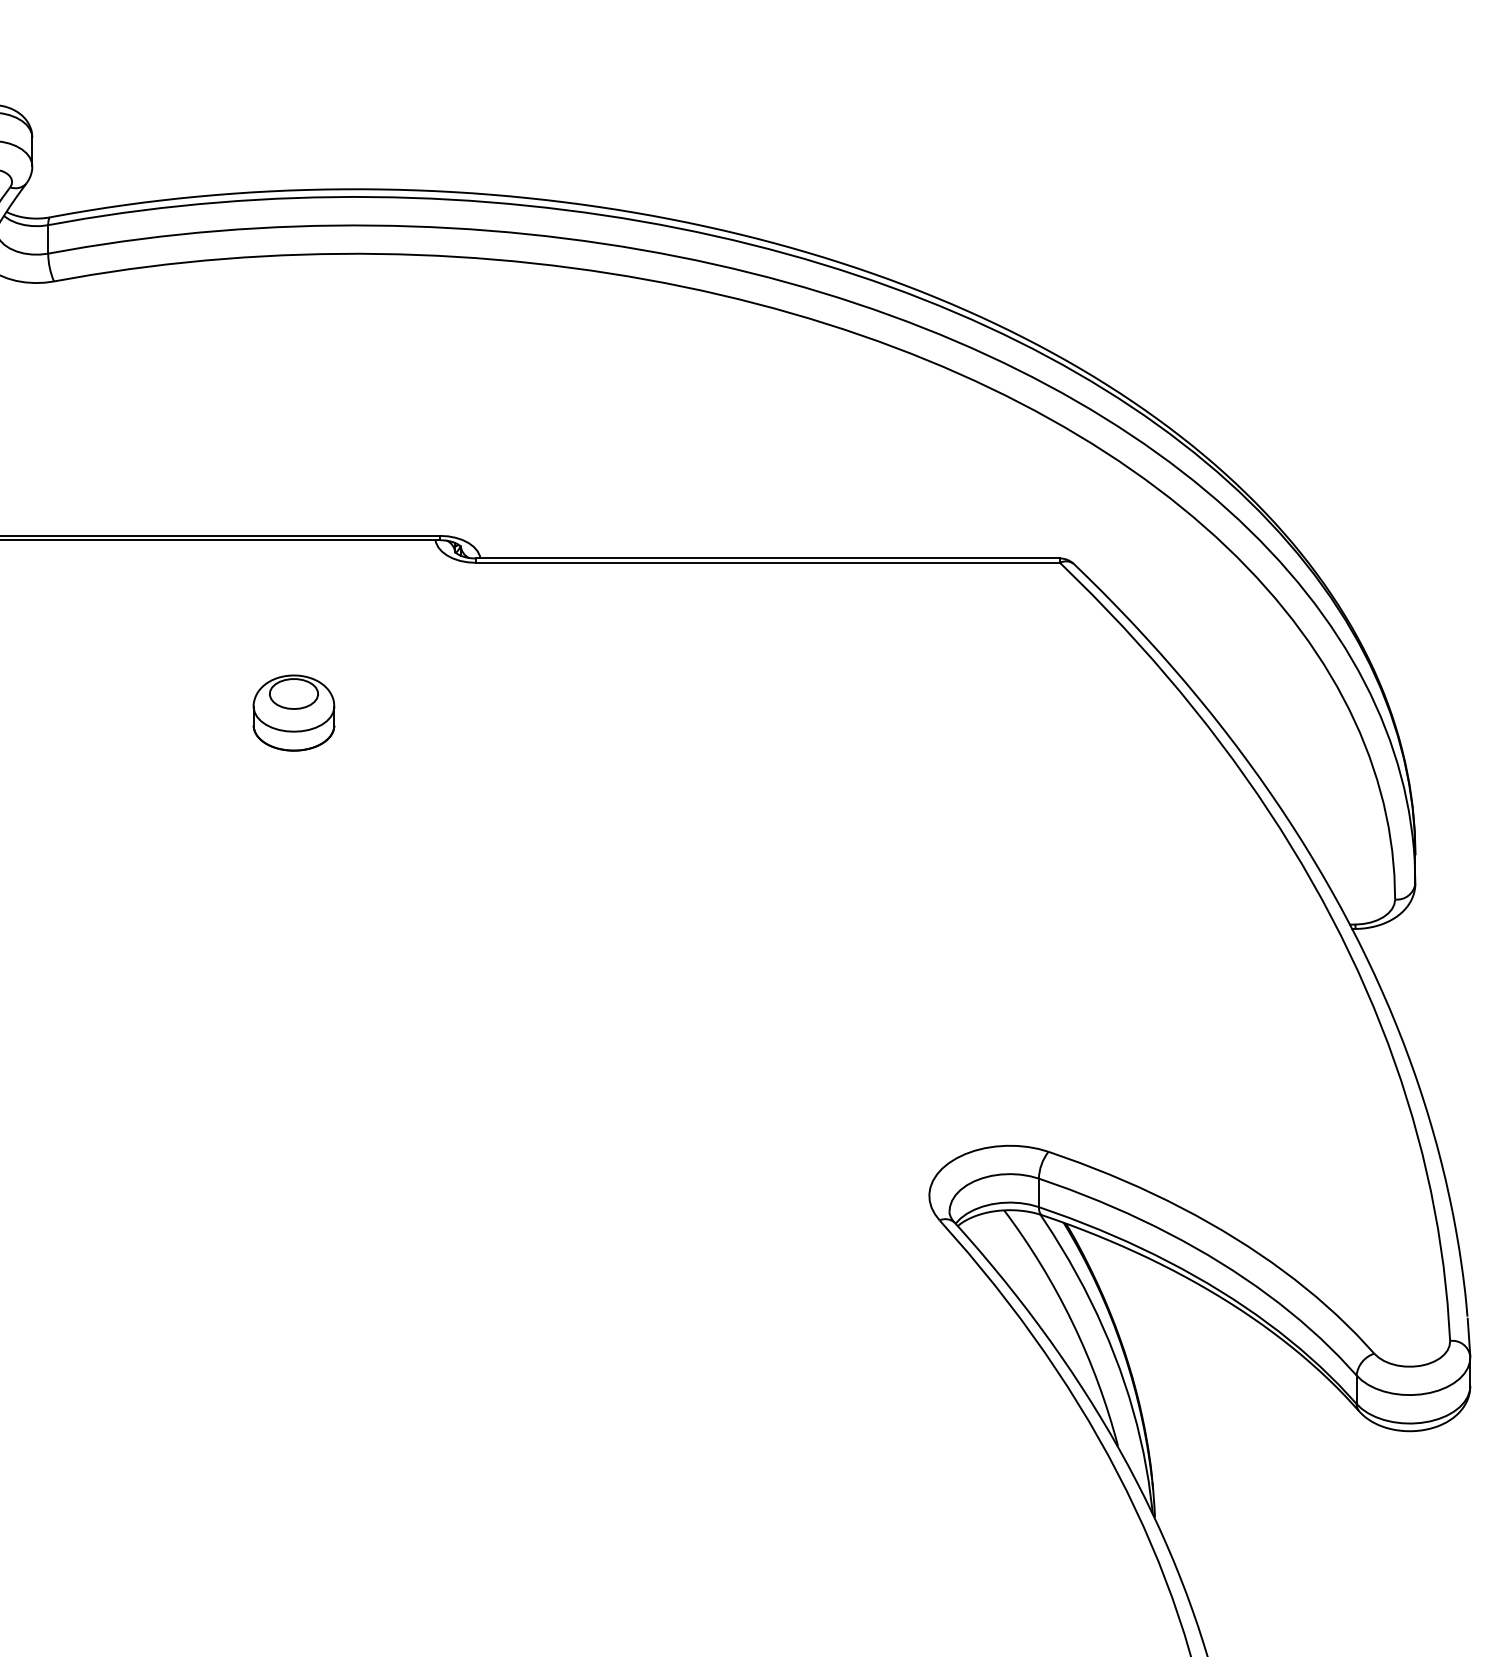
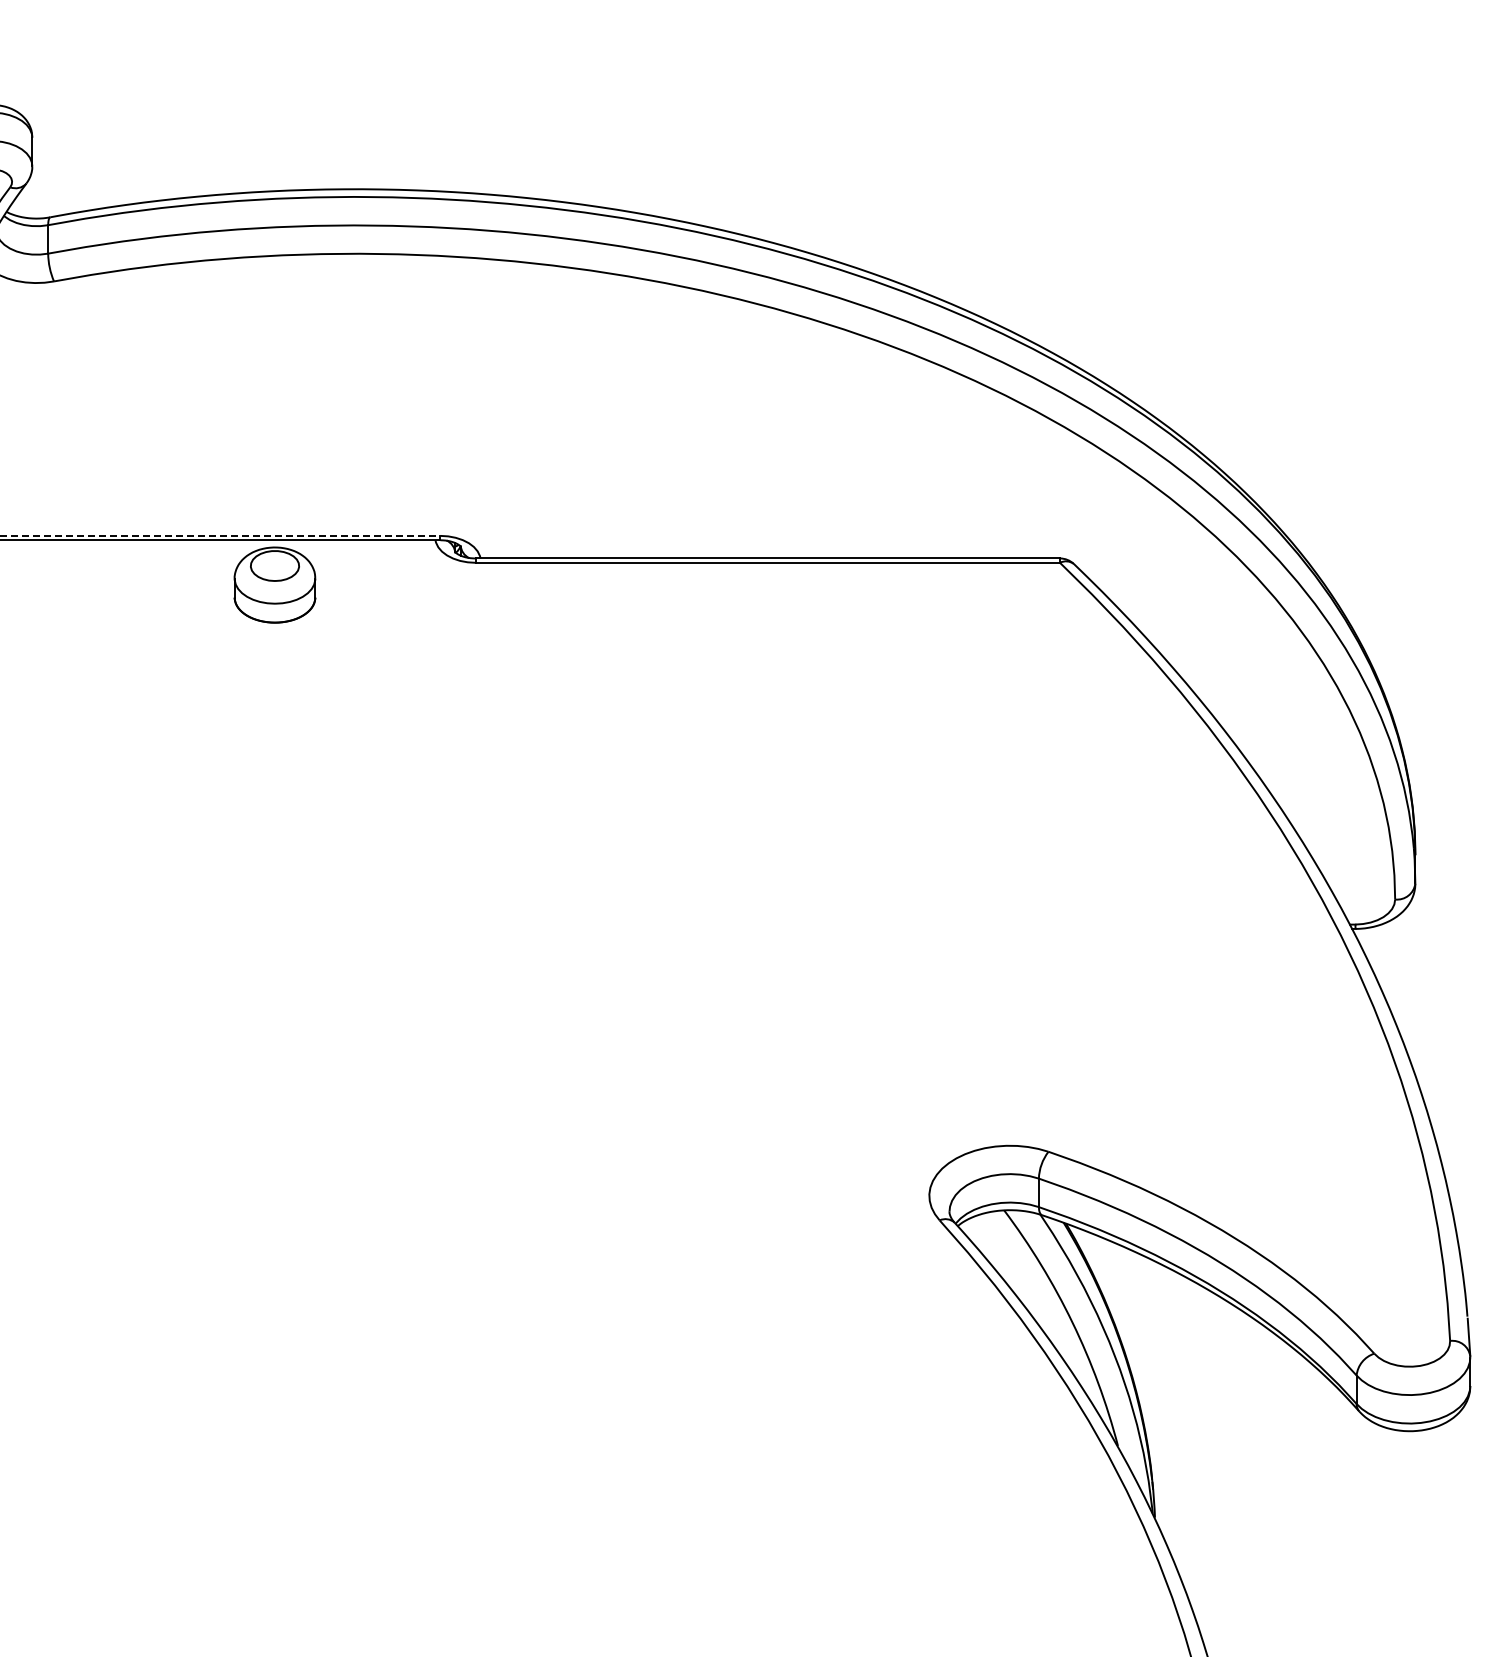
line at (220, 535): solid -> dashed
part at (293, 712) position: (293, 712) -> (274, 584)
